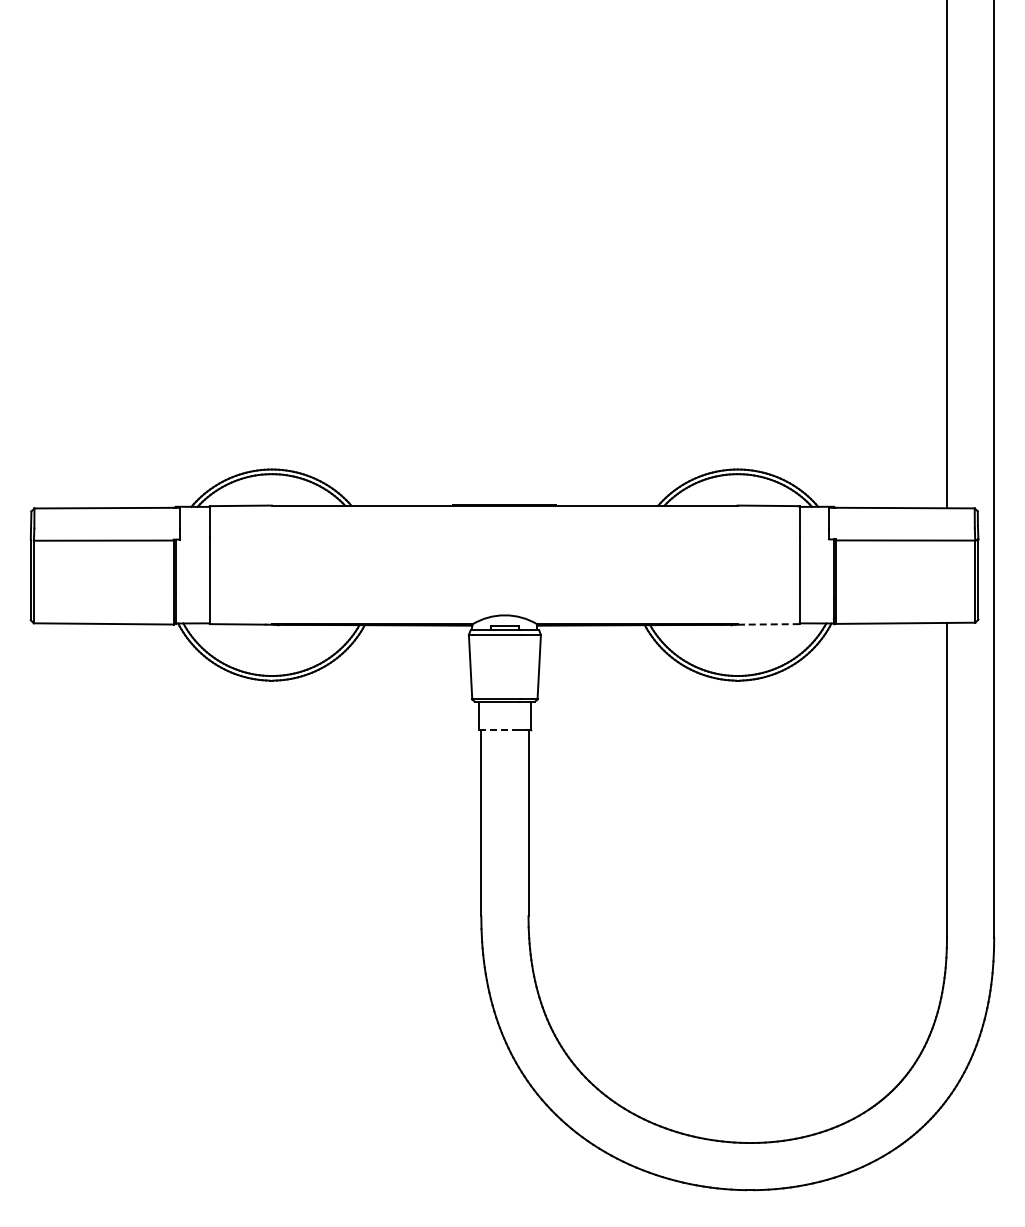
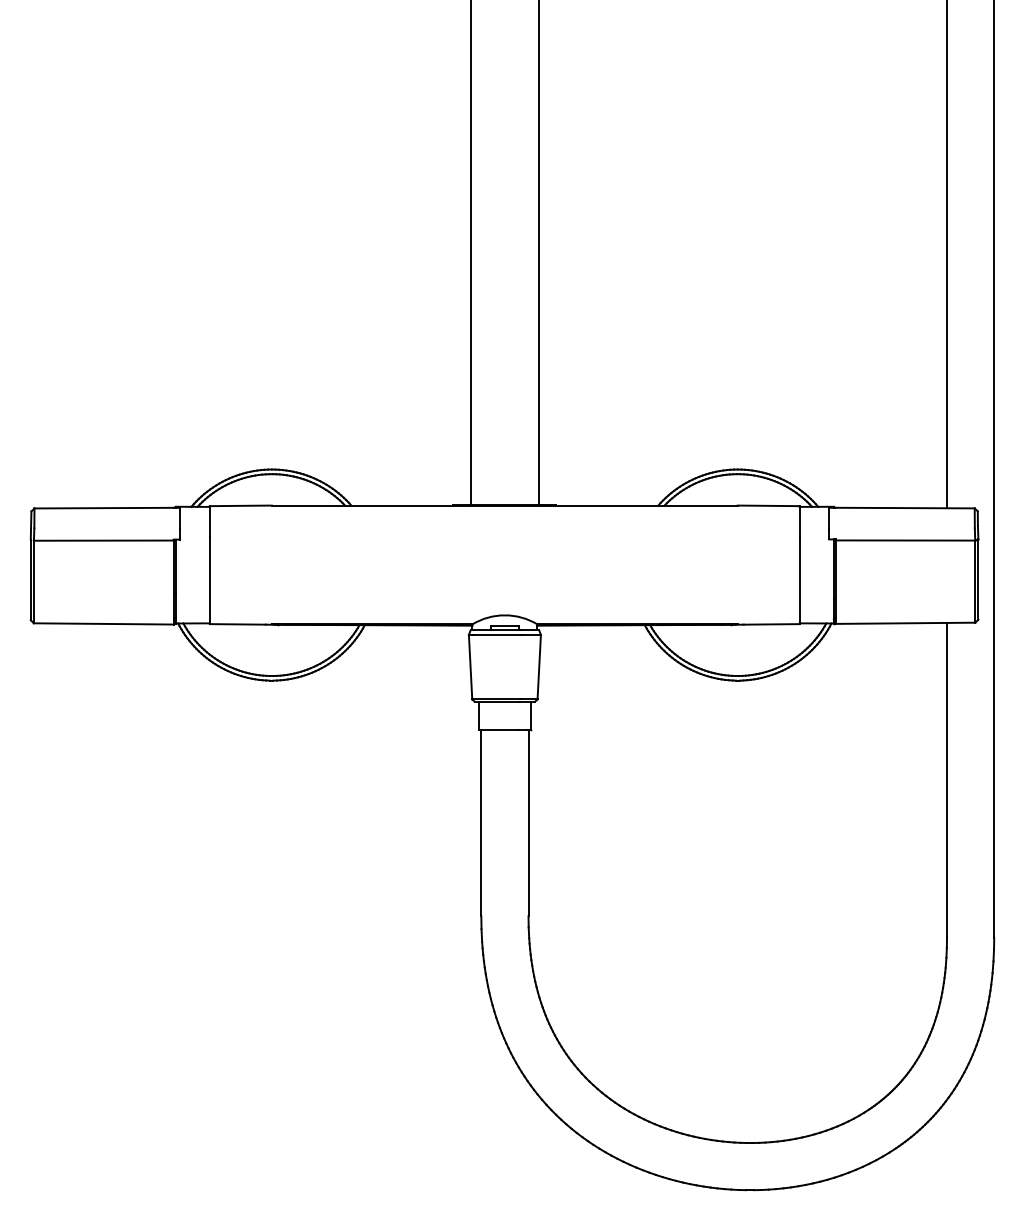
line at (470, 253): none -> present
line at (539, 253): none -> present
line at (771, 624): dashed -> solid
line at (498, 729): dashed -> solid
